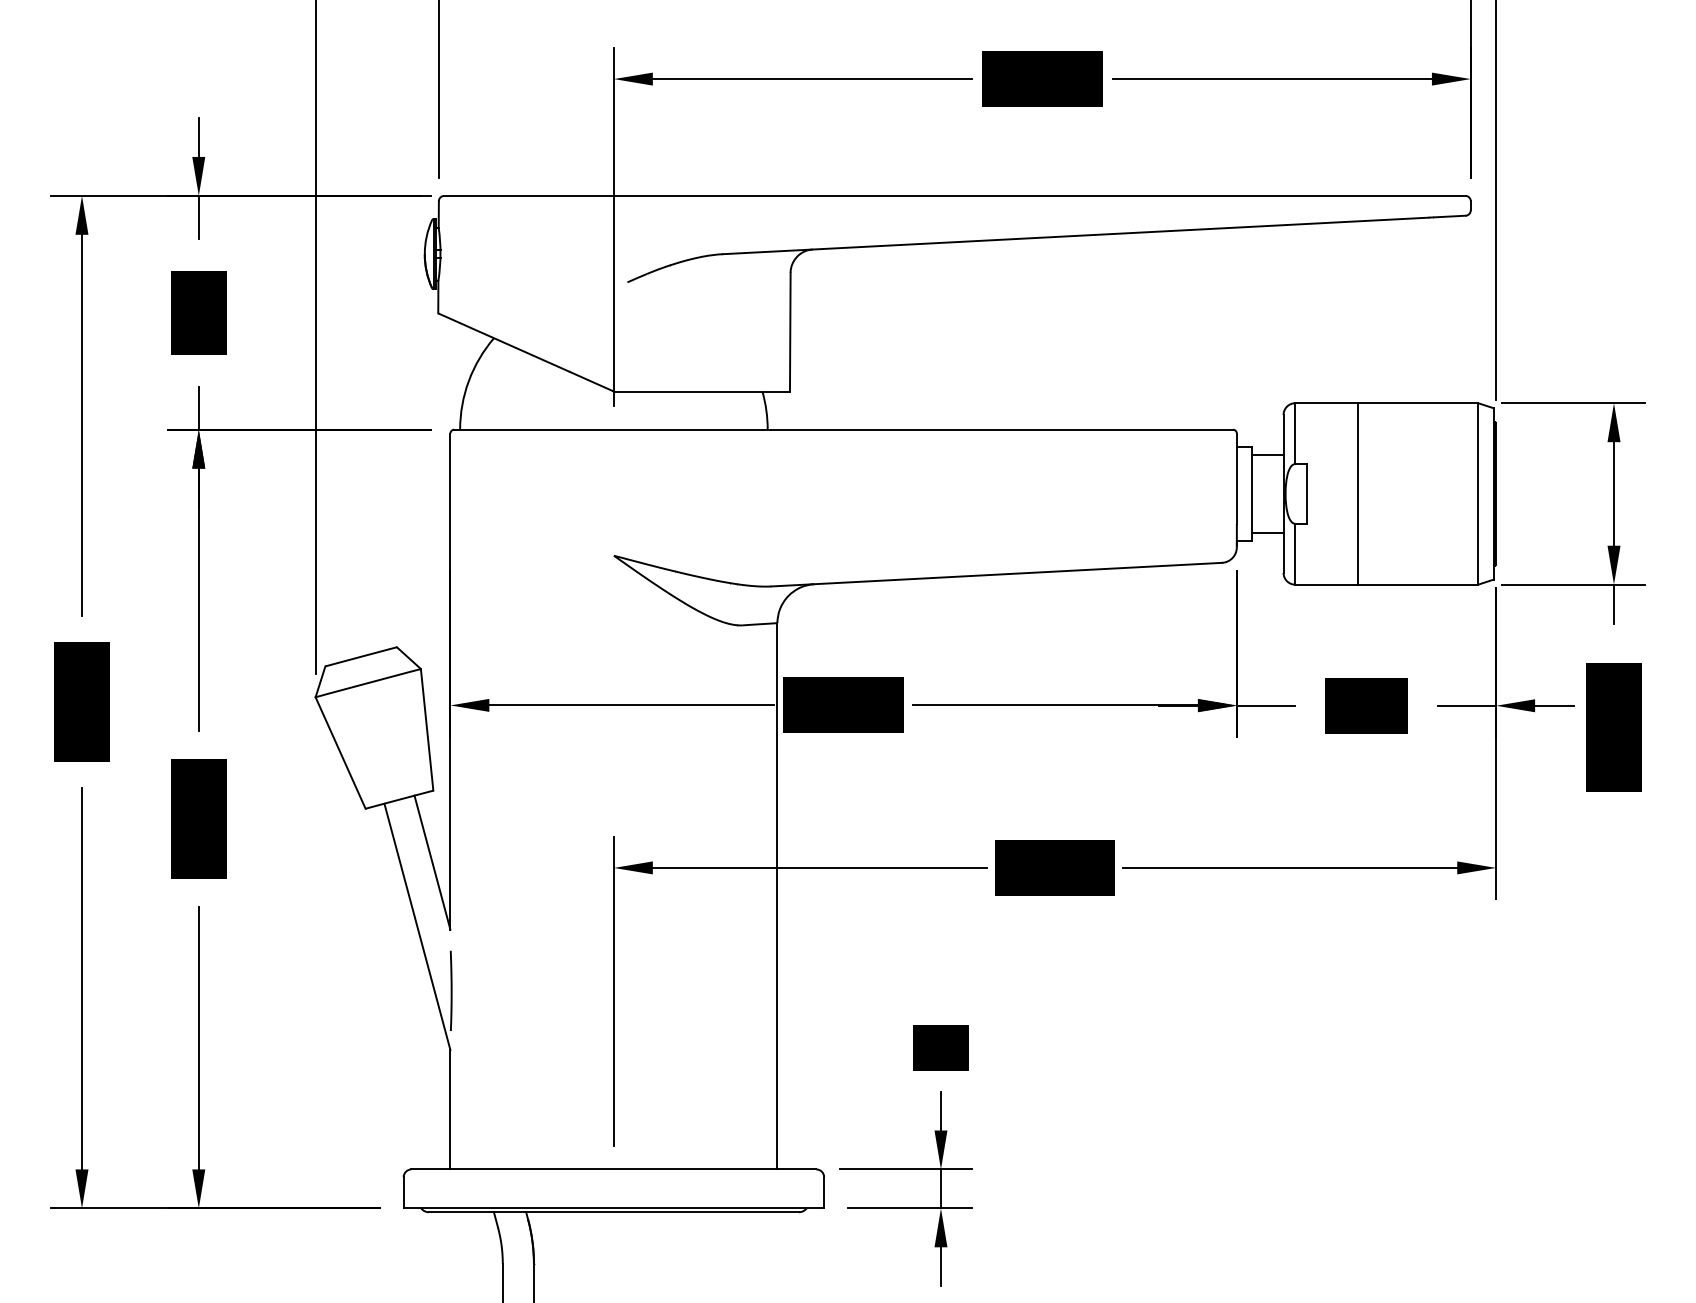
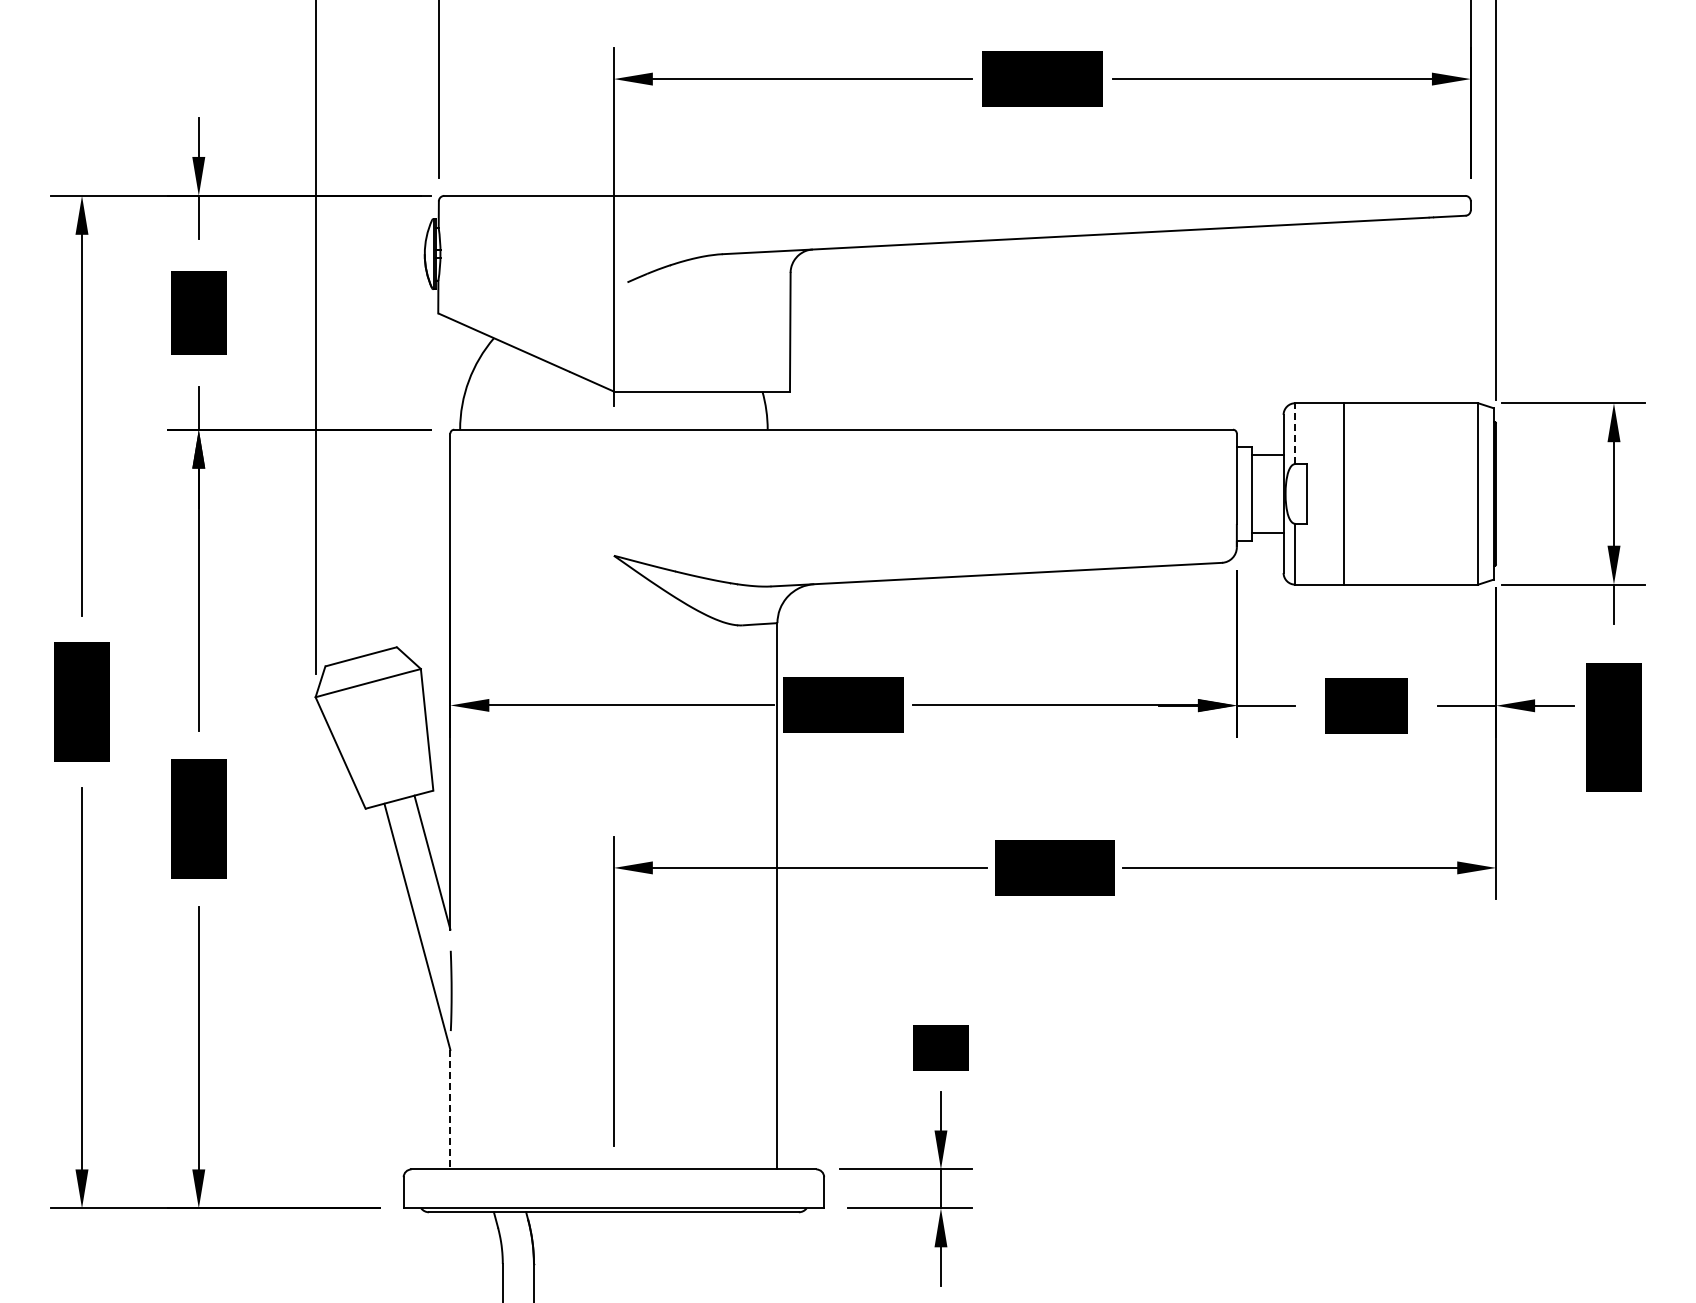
line at (1295, 433): solid -> dashed
line at (1357, 493) position: (1357, 493) -> (1343, 493)
line at (450, 1109): solid -> dashed
